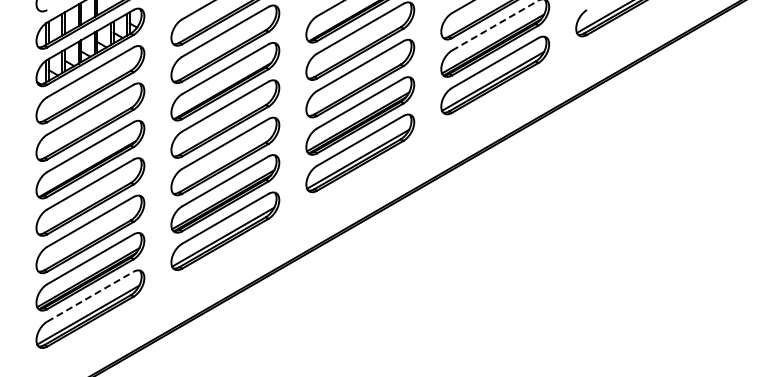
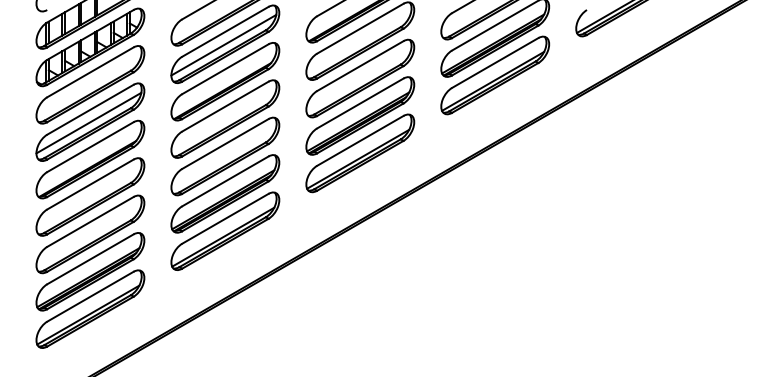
line at (495, 25): dashed -> solid
line at (223, 44): none -> present
line at (88, 122): none -> present
line at (90, 296): dashed -> solid
